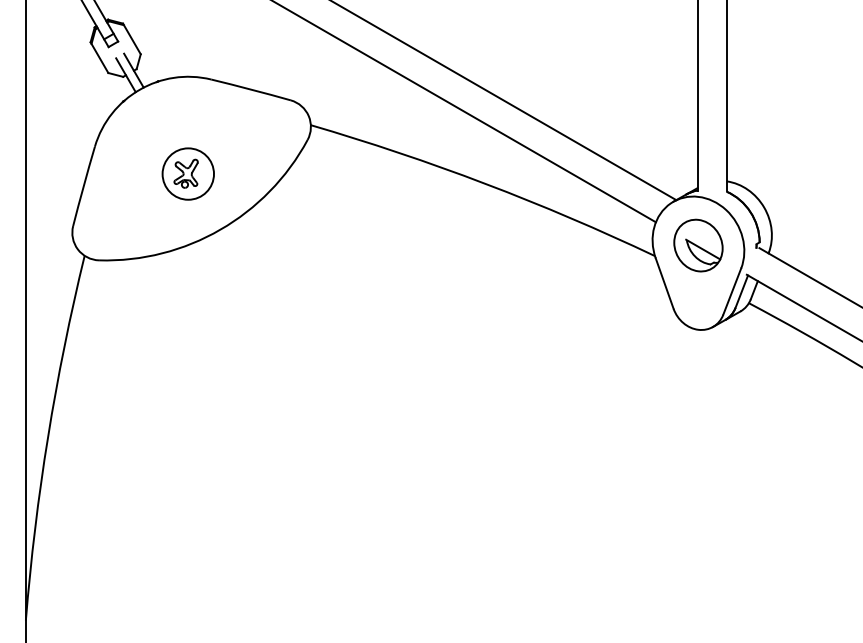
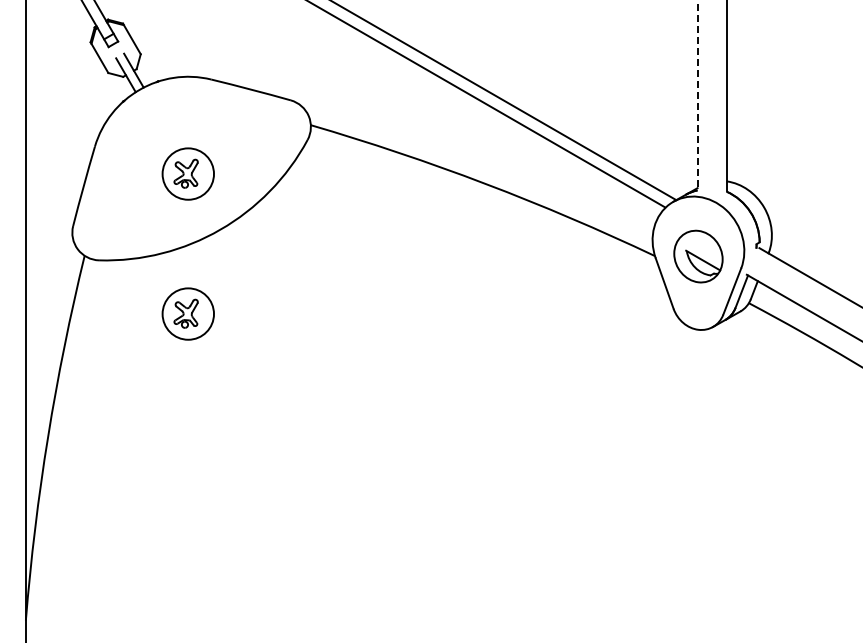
line at (697, 95): solid -> dashed
line at (464, 112) position: (464, 112) -> (486, 104)
part at (698, 245) position: (698, 245) -> (698, 256)
part at (187, 313): none -> present
